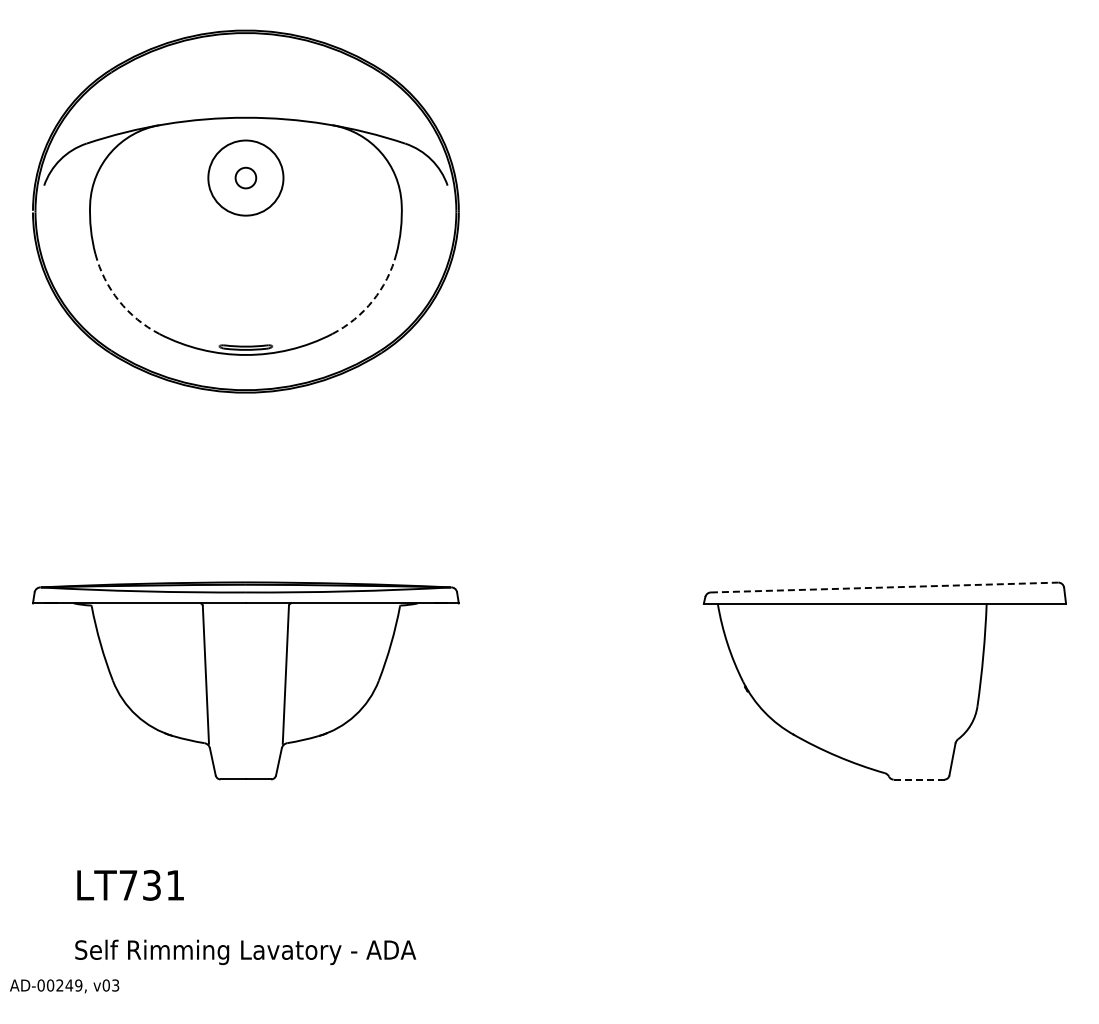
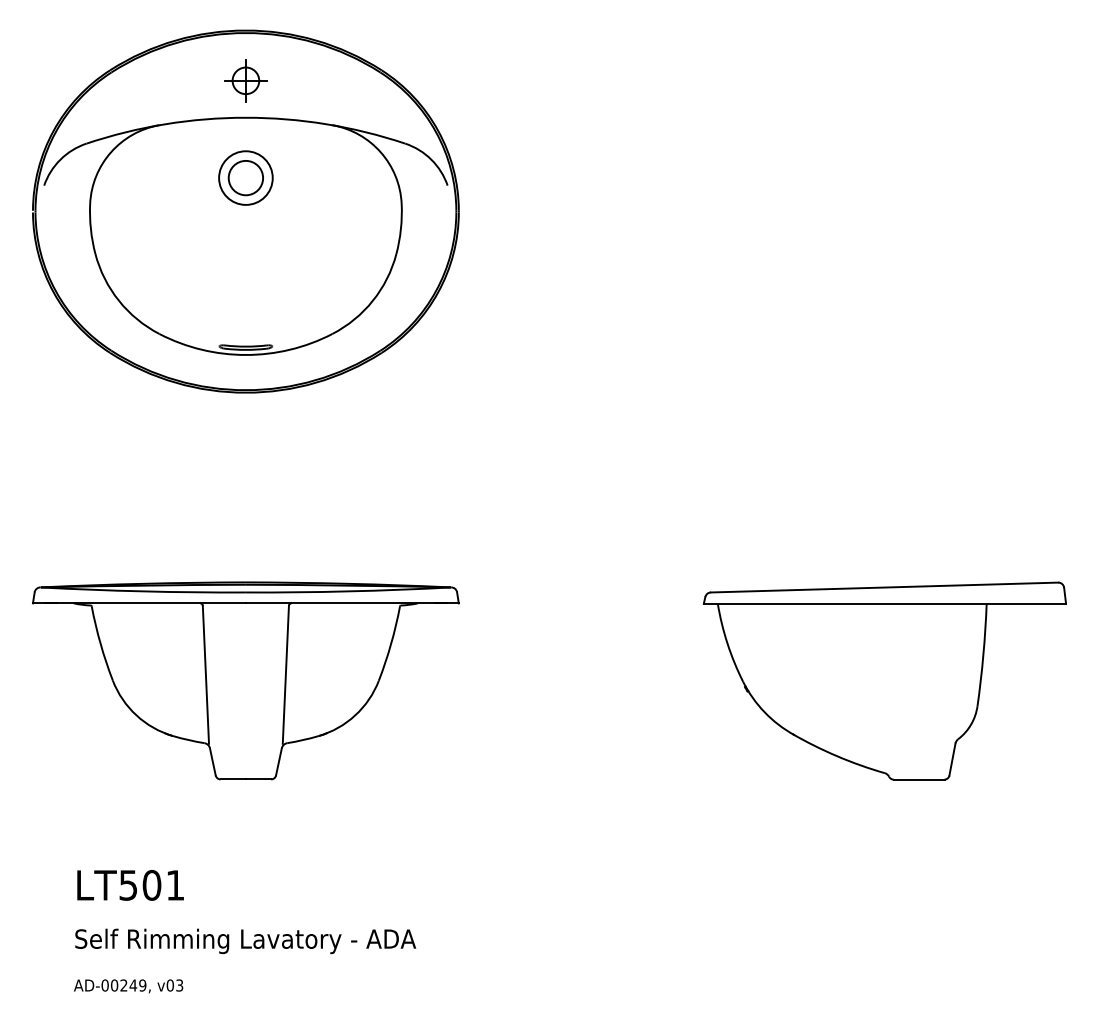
part at (245, 80): none -> present
circle at (245, 177) diameter: 21 px -> 34 px
circle at (245, 177) diameter: 75 px -> 54 px
arc at (118, 300): dashed -> solid
arc at (372, 300): dashed -> solid
line at (884, 587): dashed -> solid
line at (919, 779): dashed -> solid
text at (140, 885): LT731 -> LT501
text at (245, 952) position: (245, 952) -> (245, 941)
text at (64, 986) position: (64, 986) -> (128, 986)
